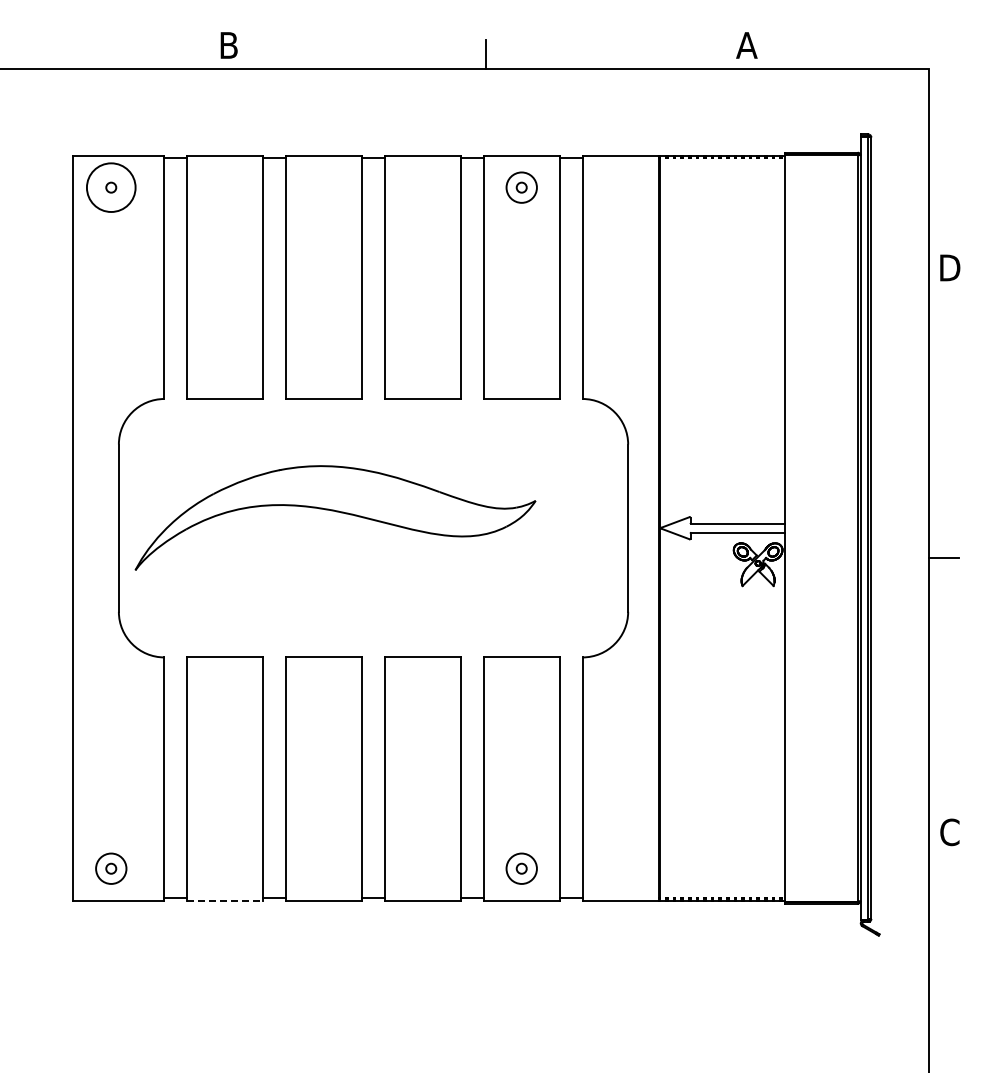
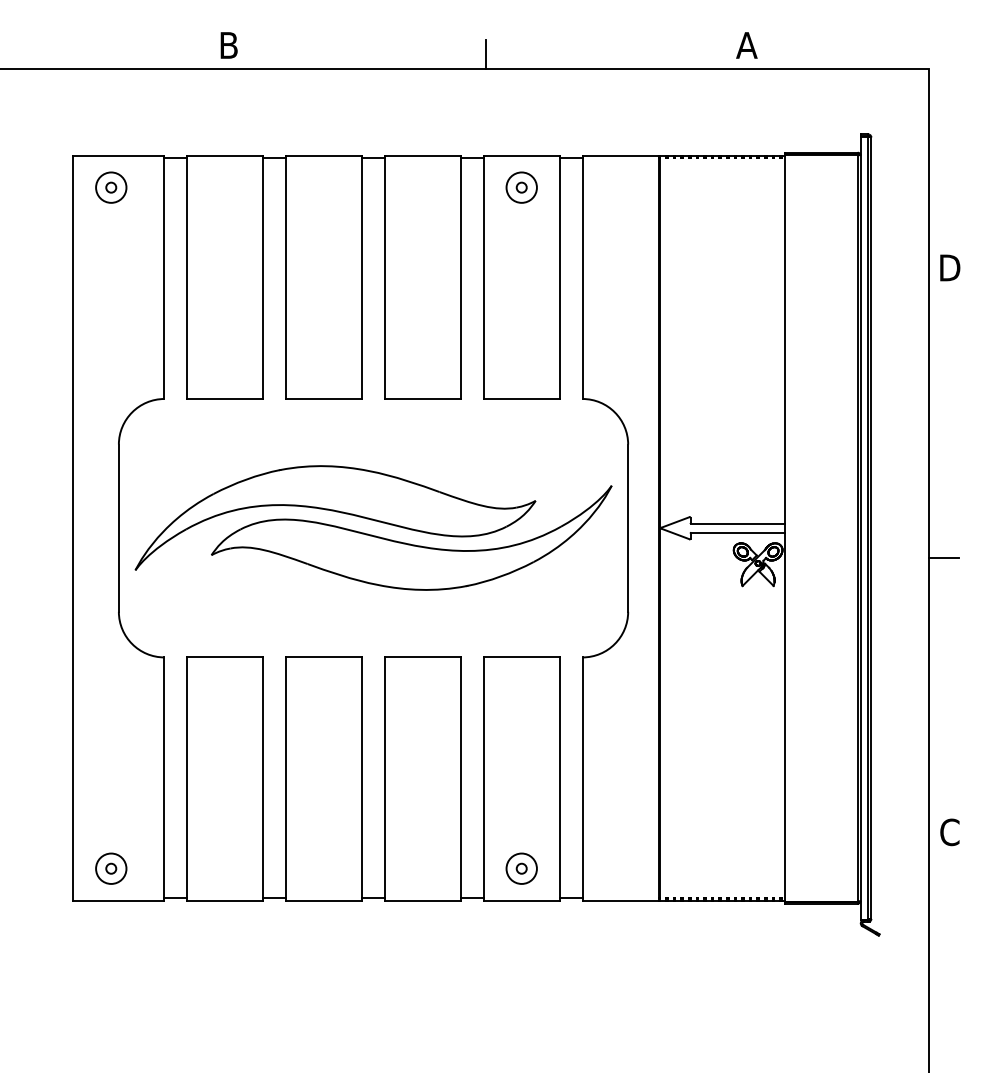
circle at (110, 187) diameter: 49 px -> 30 px
part at (410, 543): none -> present
line at (225, 900): dashed -> solid
